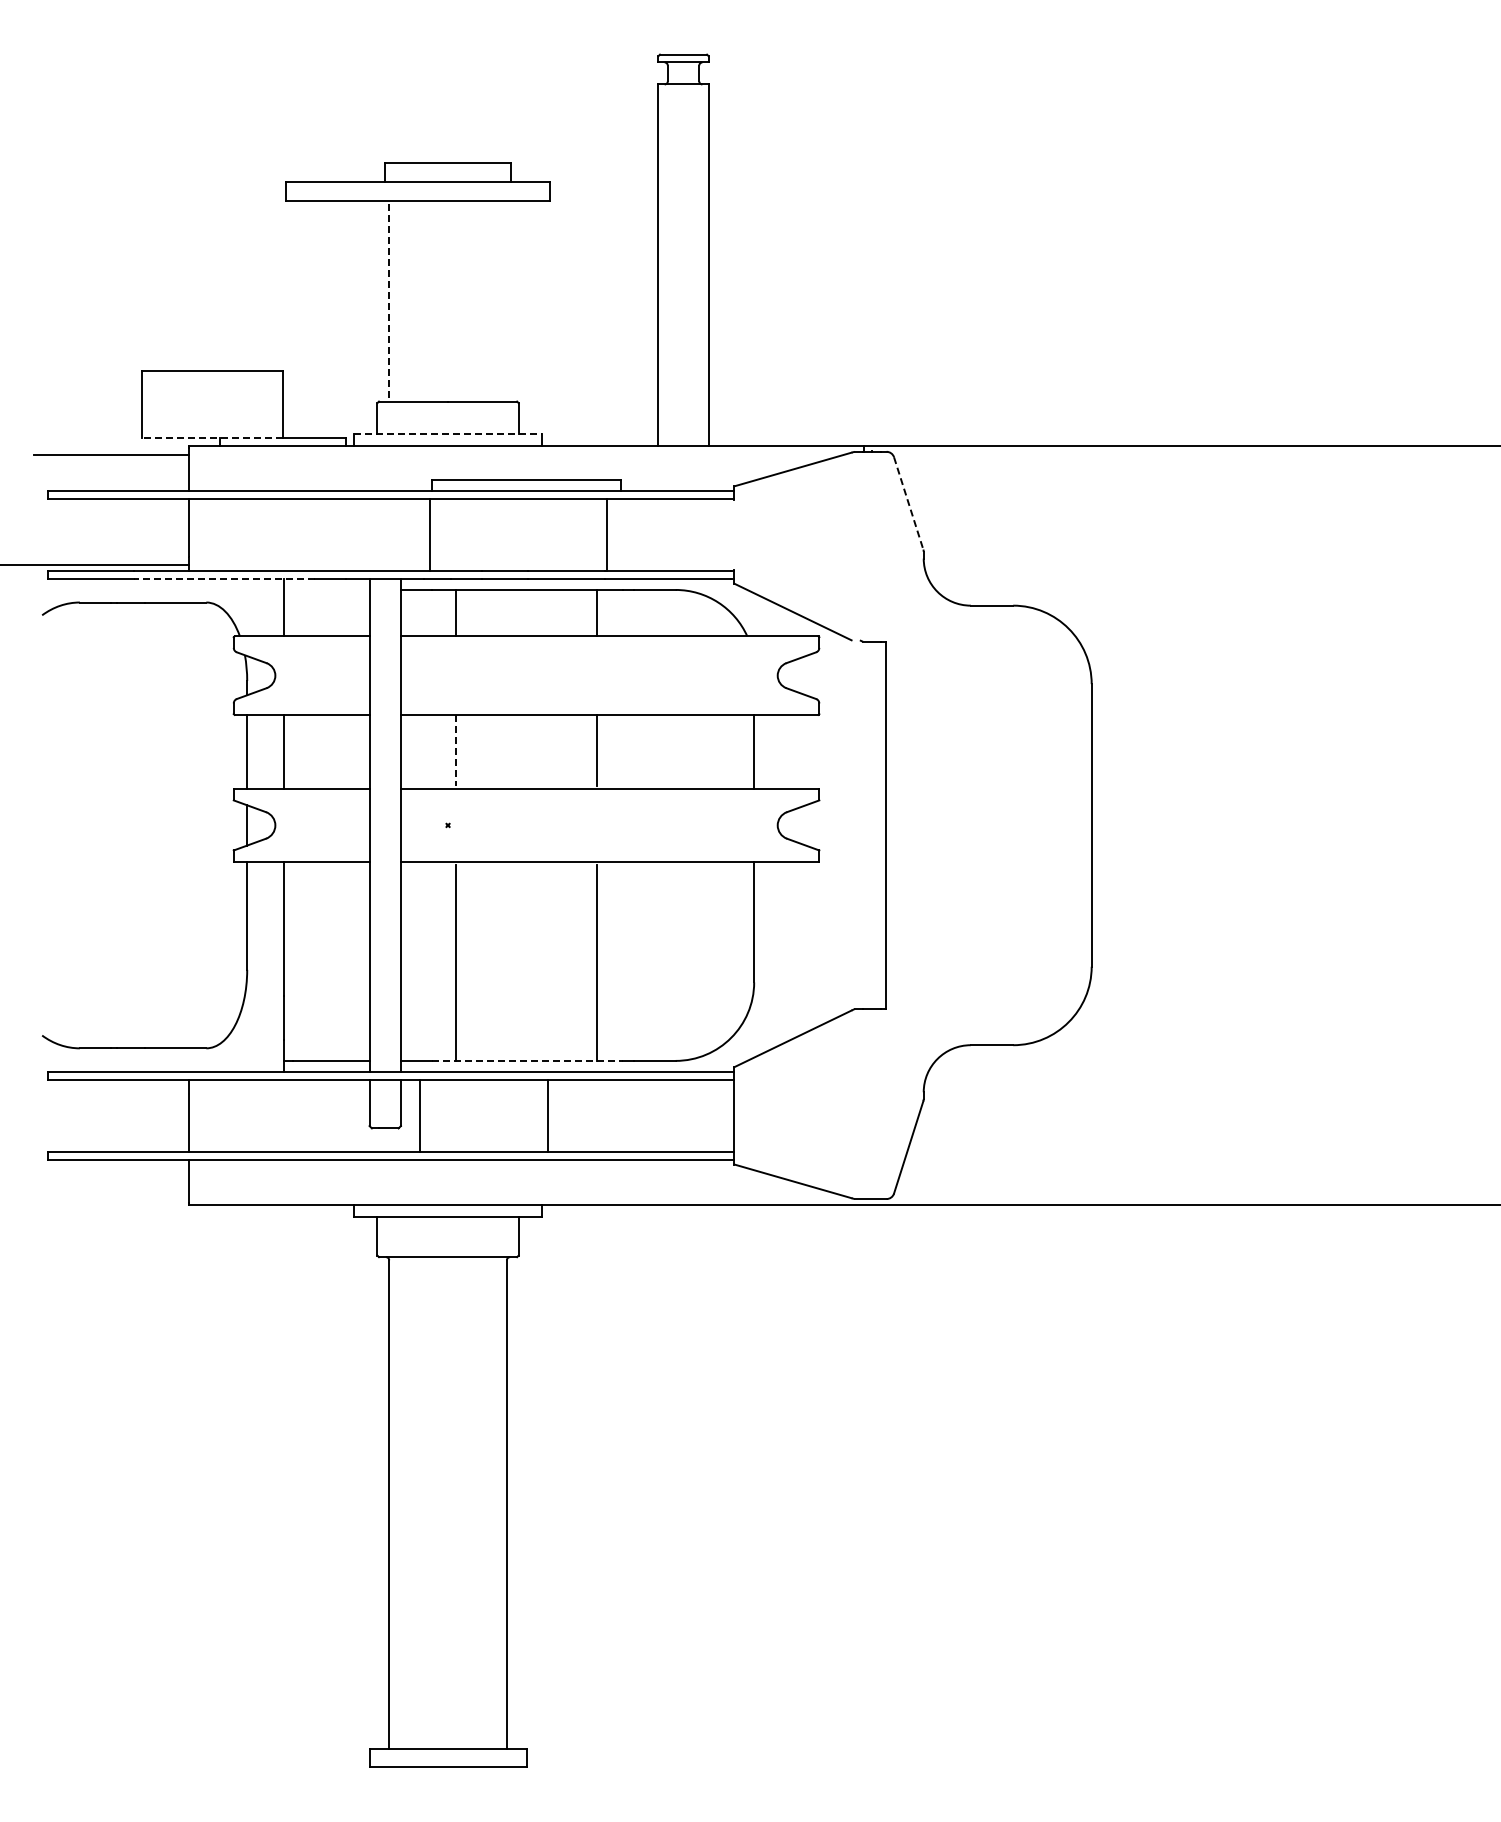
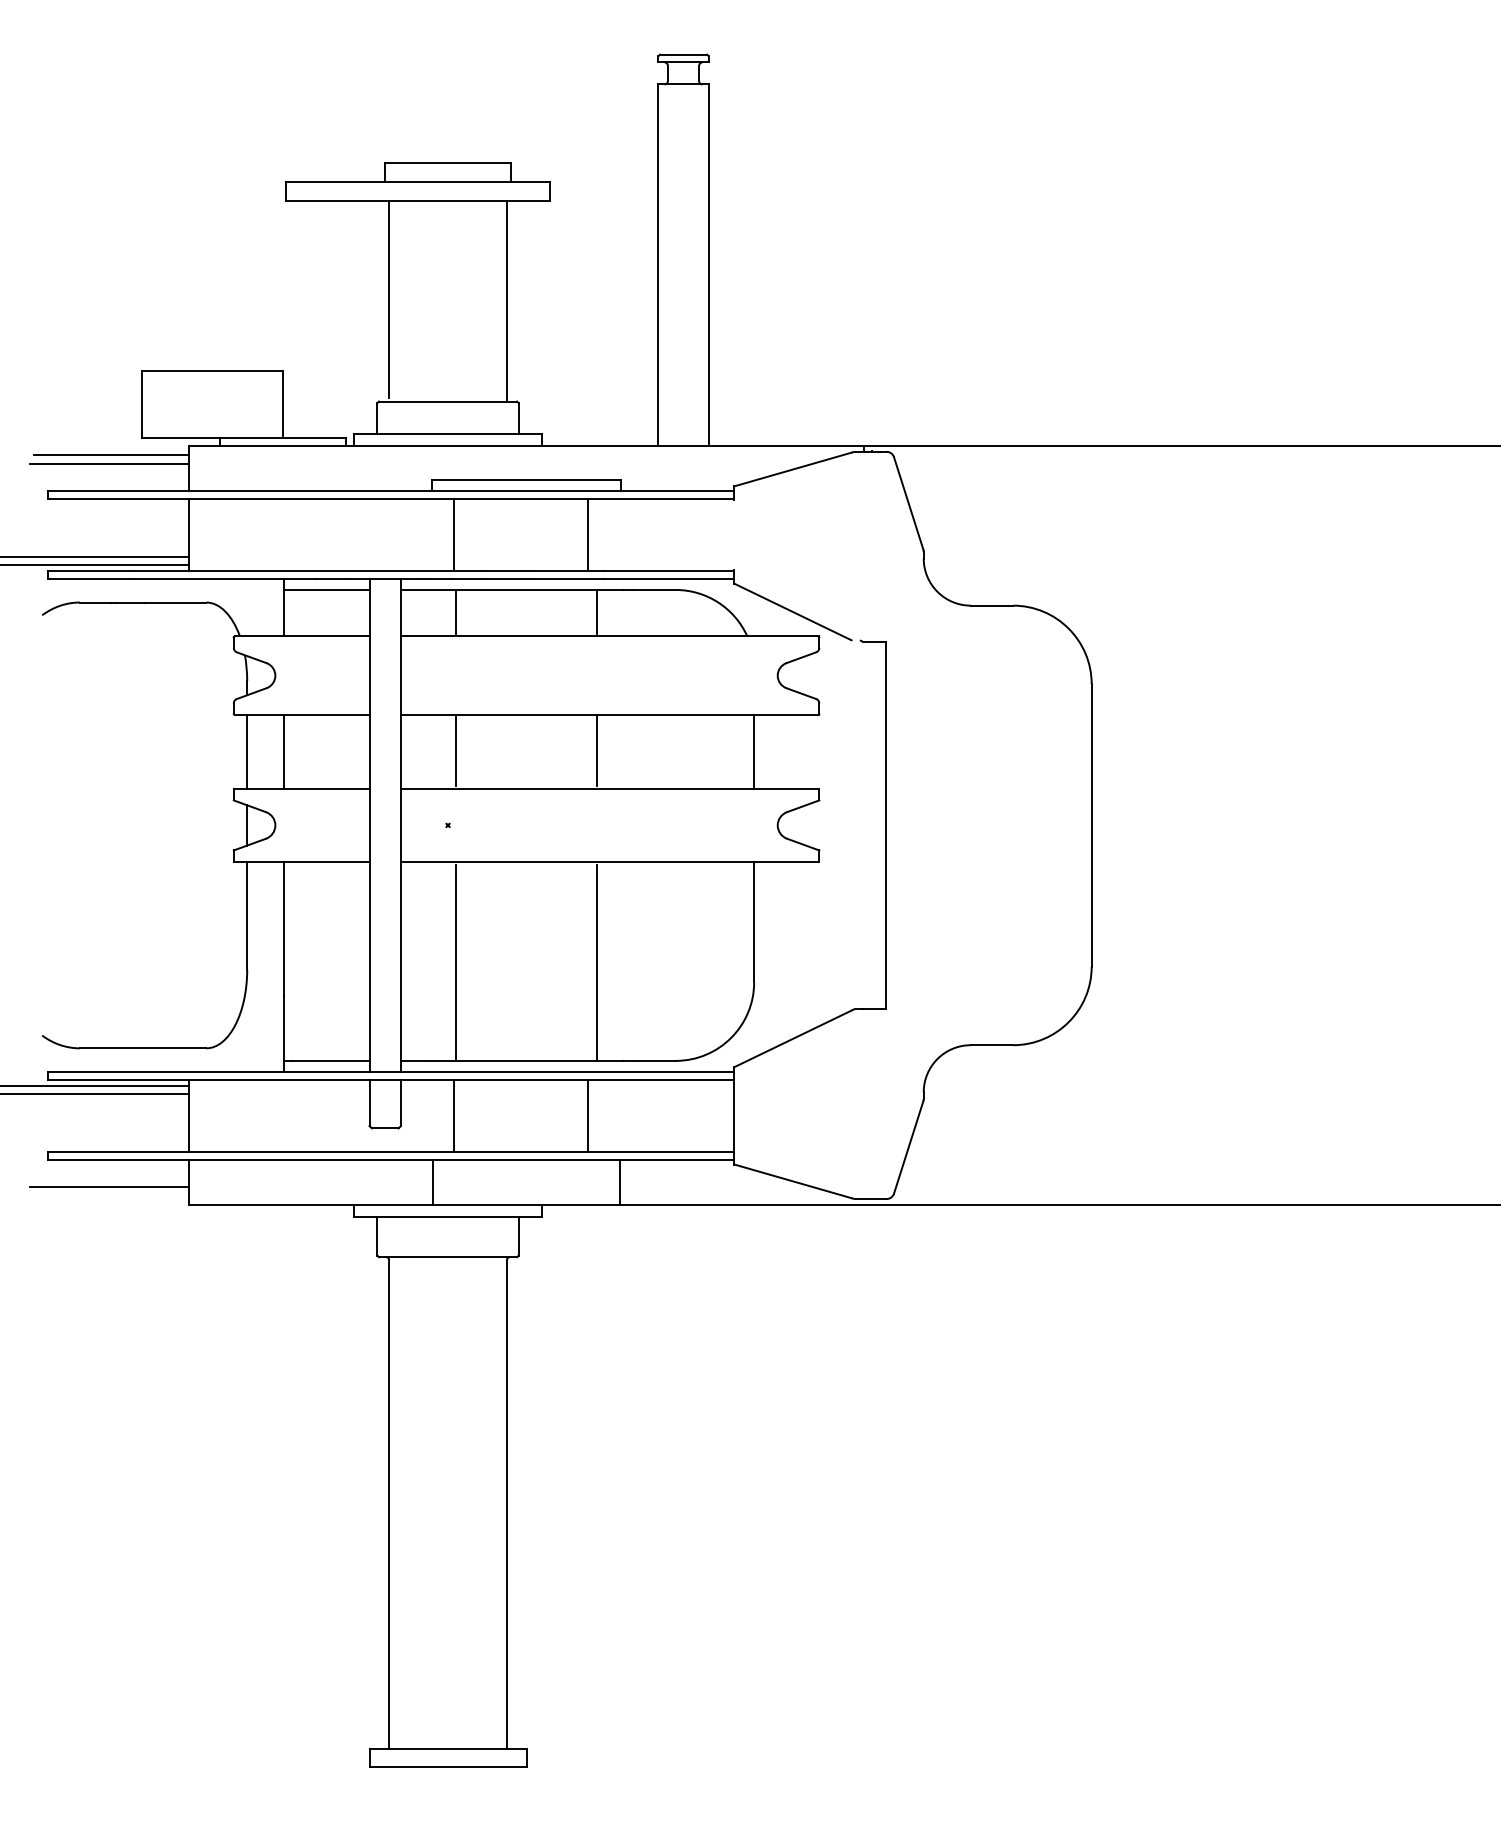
line at (389, 299): dashed -> solid
line at (506, 300): none -> present
line at (448, 433): dashed -> solid
line at (212, 437): dashed -> solid
line at (109, 463): none -> present
line at (908, 503): dashed -> solid
line at (429, 534) position: (429, 534) -> (453, 534)
line at (607, 534) position: (607, 534) -> (588, 534)
line at (95, 556): none -> present
line at (223, 578): dashed -> solid
line at (326, 589): none -> present
line at (455, 750): dashed -> solid
line at (528, 1060): dashed -> solid
line at (95, 1086): none -> present
line at (95, 1093): none -> present
line at (419, 1115) position: (419, 1115) -> (453, 1115)
line at (548, 1115) position: (548, 1115) -> (588, 1115)
line at (432, 1182): none -> present
line at (620, 1182): none -> present
line at (109, 1187): none -> present
